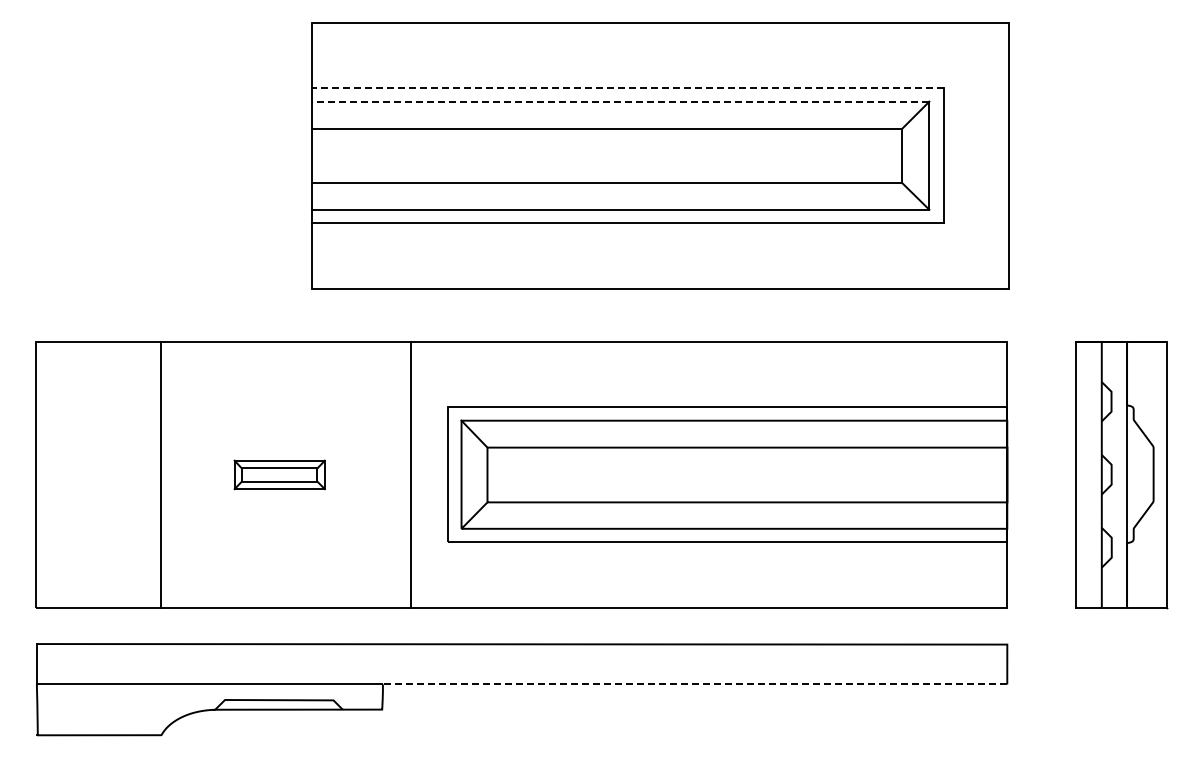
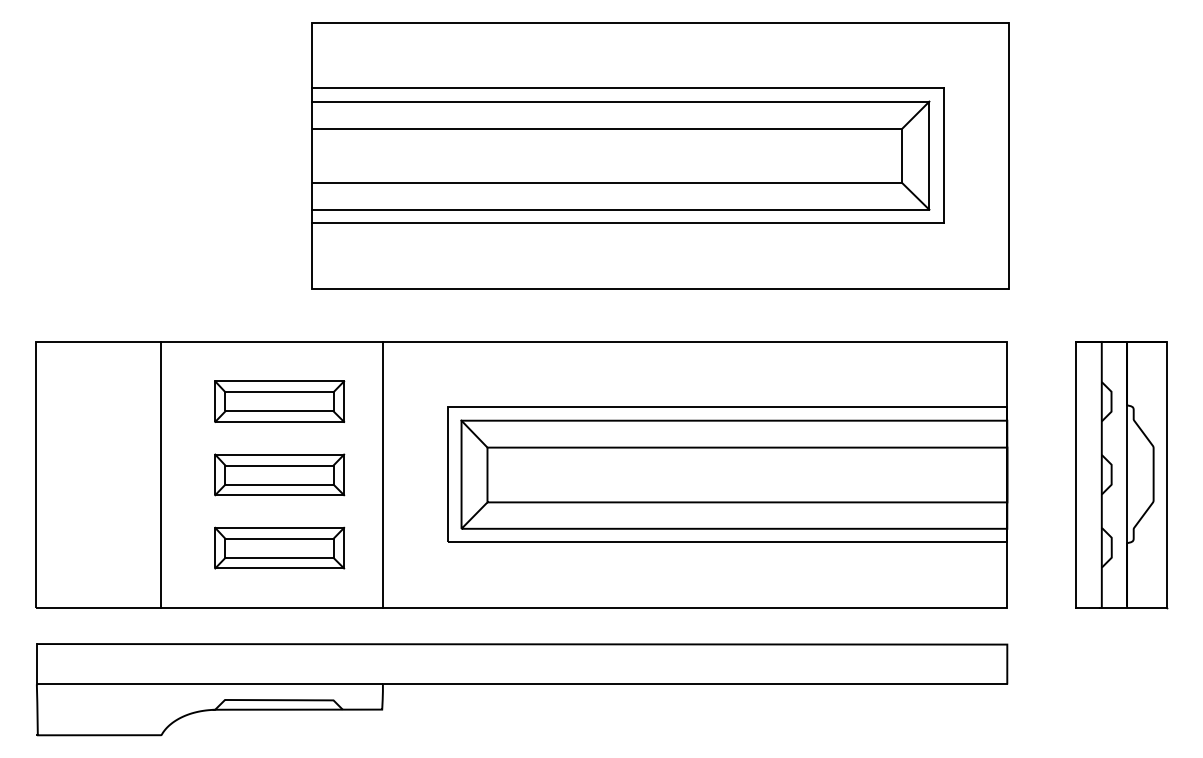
line at (628, 88): dashed -> solid
line at (620, 101): dashed -> solid
part at (279, 401): none -> present
part at (279, 474) size: 93x32 px -> 132x44 px
line at (410, 474) position: (410, 474) -> (382, 474)
part at (279, 547): none -> present
line at (694, 684): dashed -> solid
